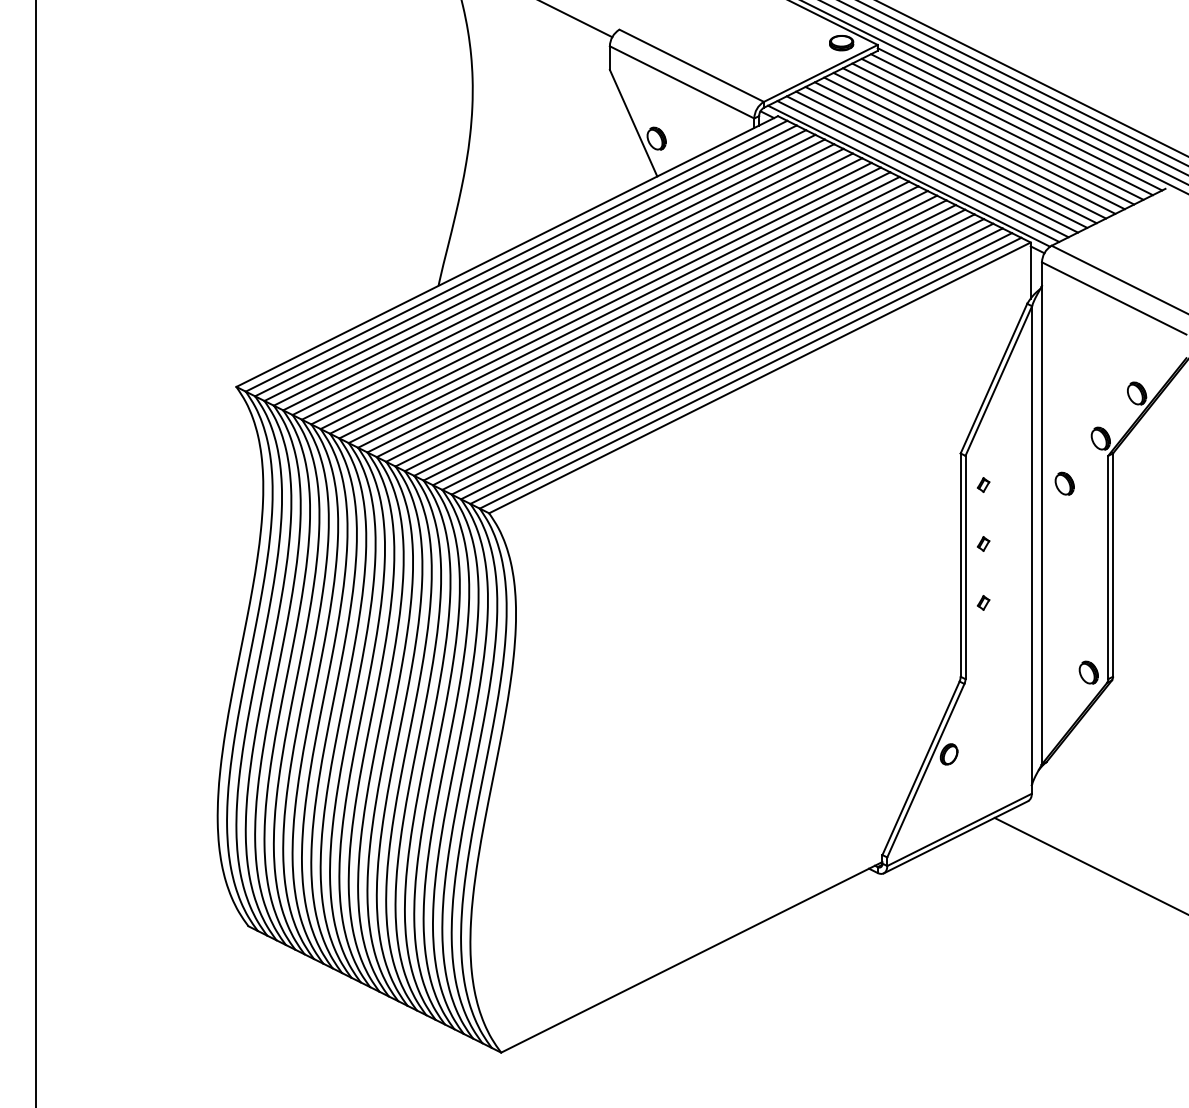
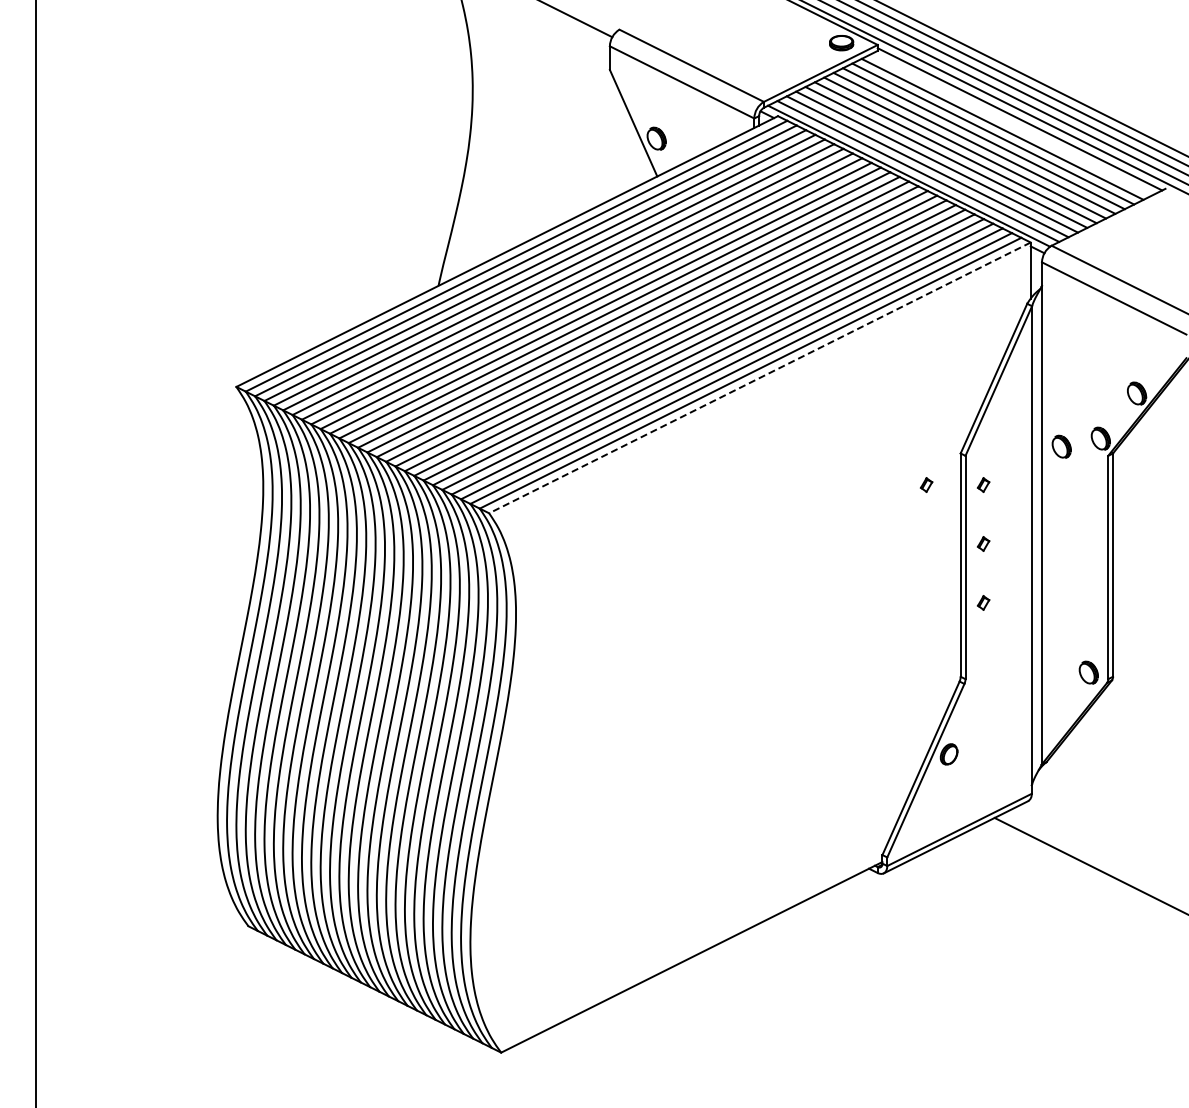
line at (1011, 124): present -> none
line at (759, 377): solid -> dashed
part at (1064, 483) position: (1064, 483) -> (1061, 446)
part at (926, 484): none -> present
